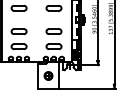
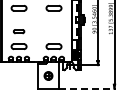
part at (18, 31) size: 18x7 px -> 14x6 px
part at (53, 31): present -> none
line at (87, 88): solid -> dashed
